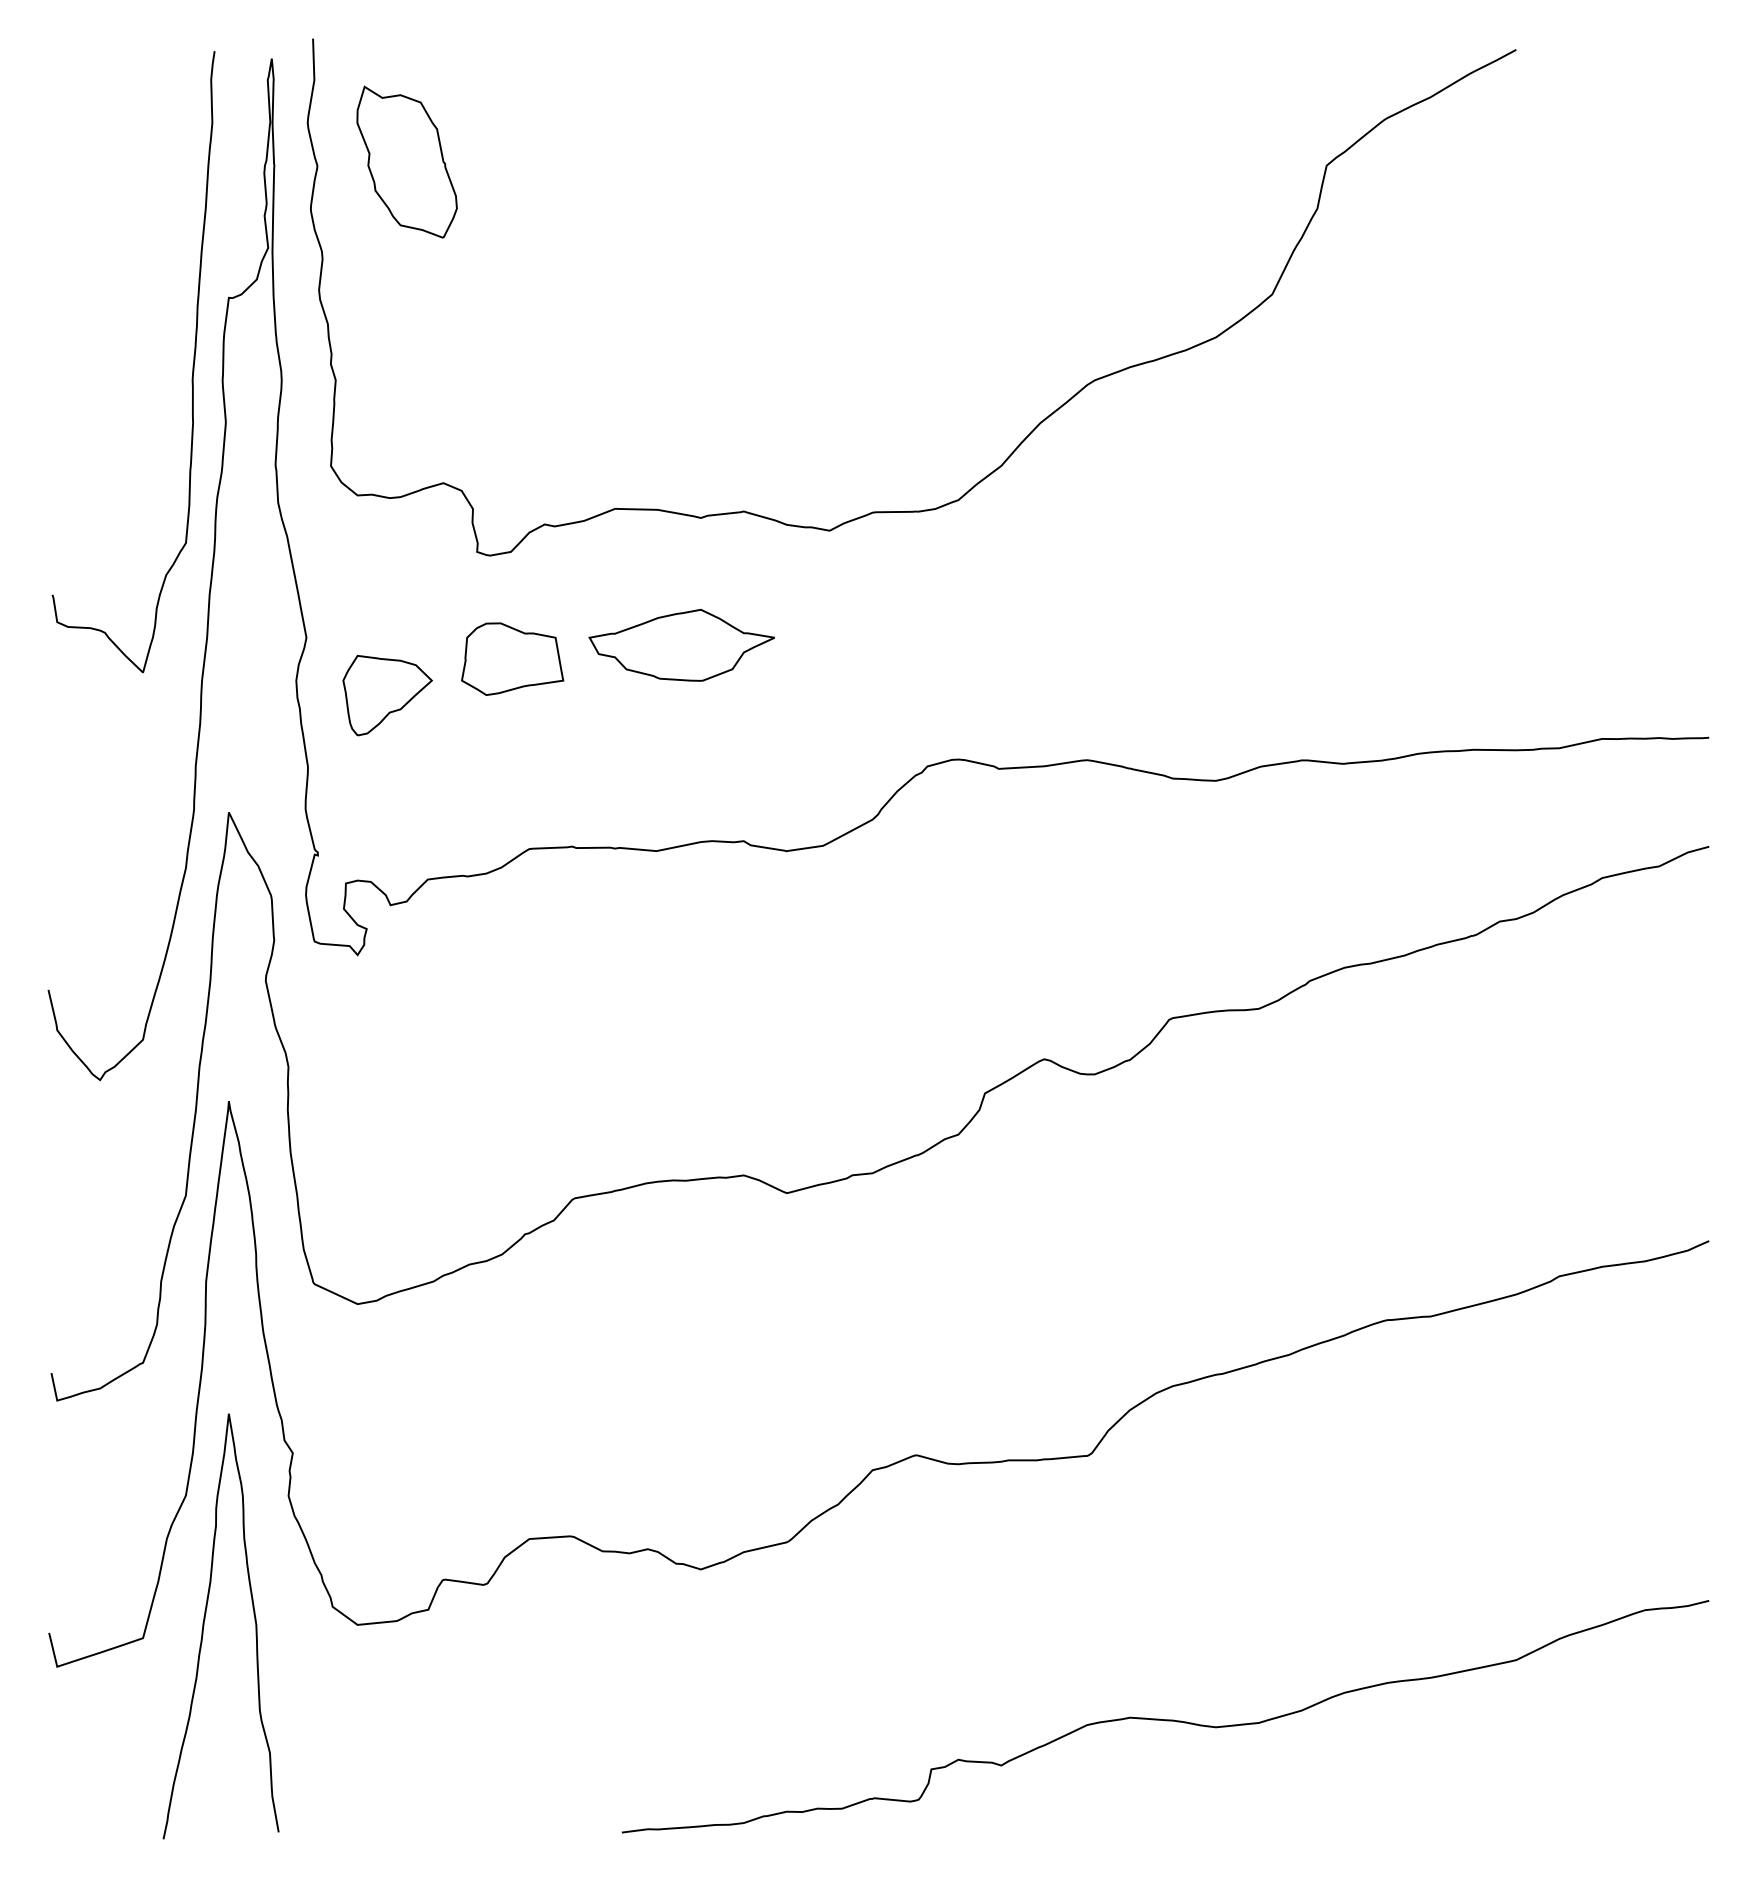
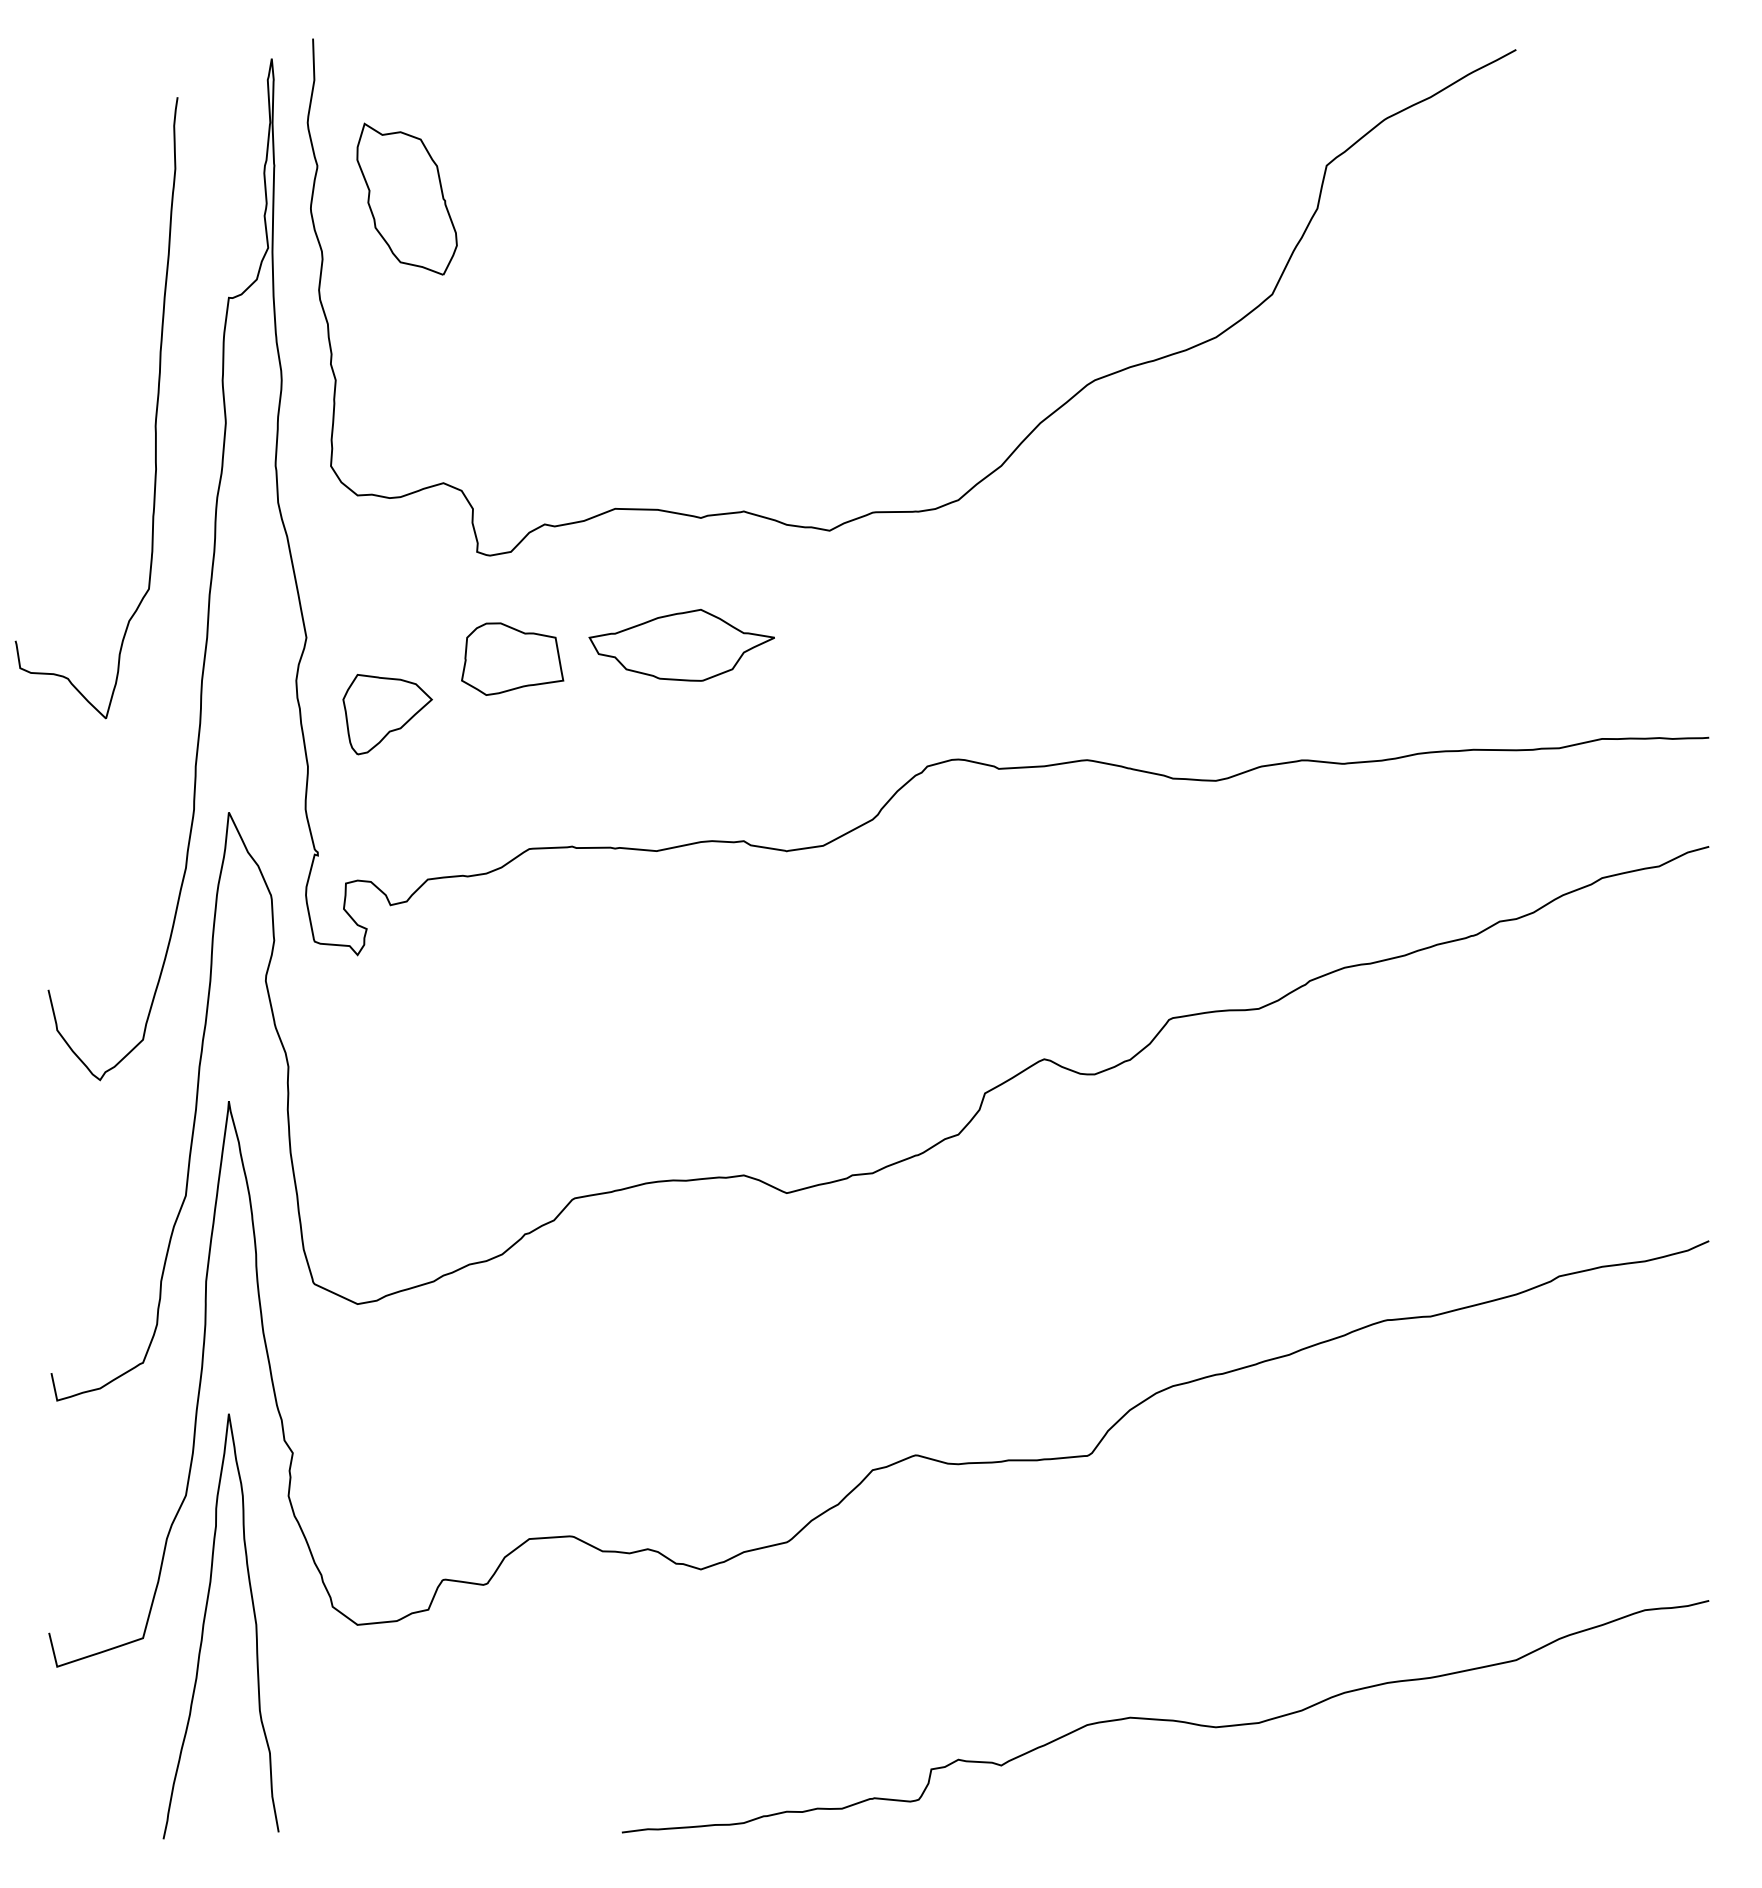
part at (406, 161) position: (406, 161) -> (406, 198)
curve at (192, 365) position: (192, 365) -> (155, 411)
part at (387, 695) position: (387, 695) -> (387, 714)
